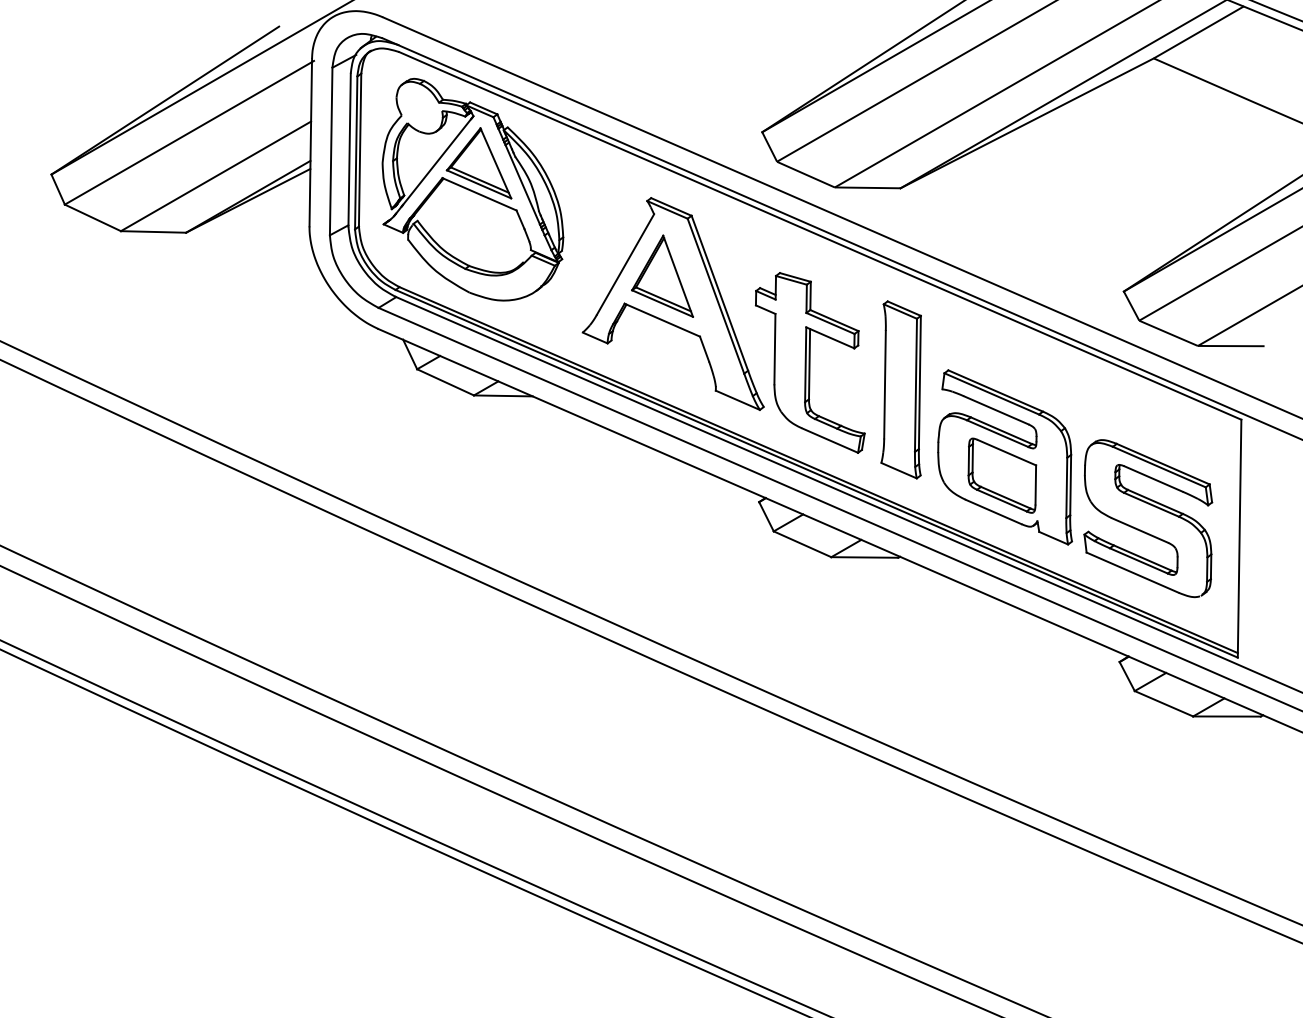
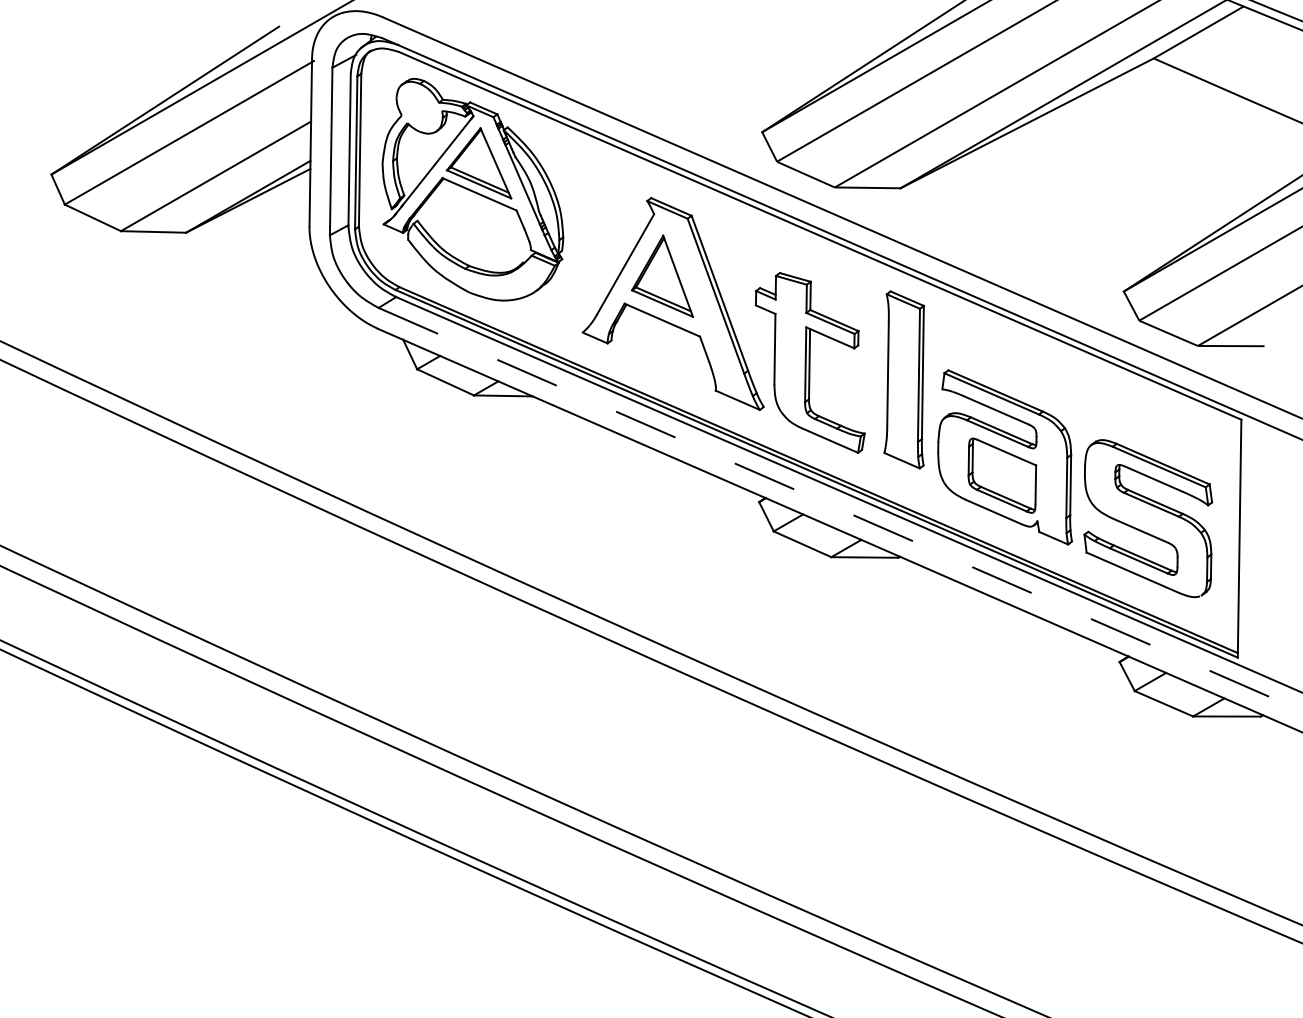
part at (900, 389) position: (900, 389) -> (903, 379)
line at (840, 509): solid -> dashed
